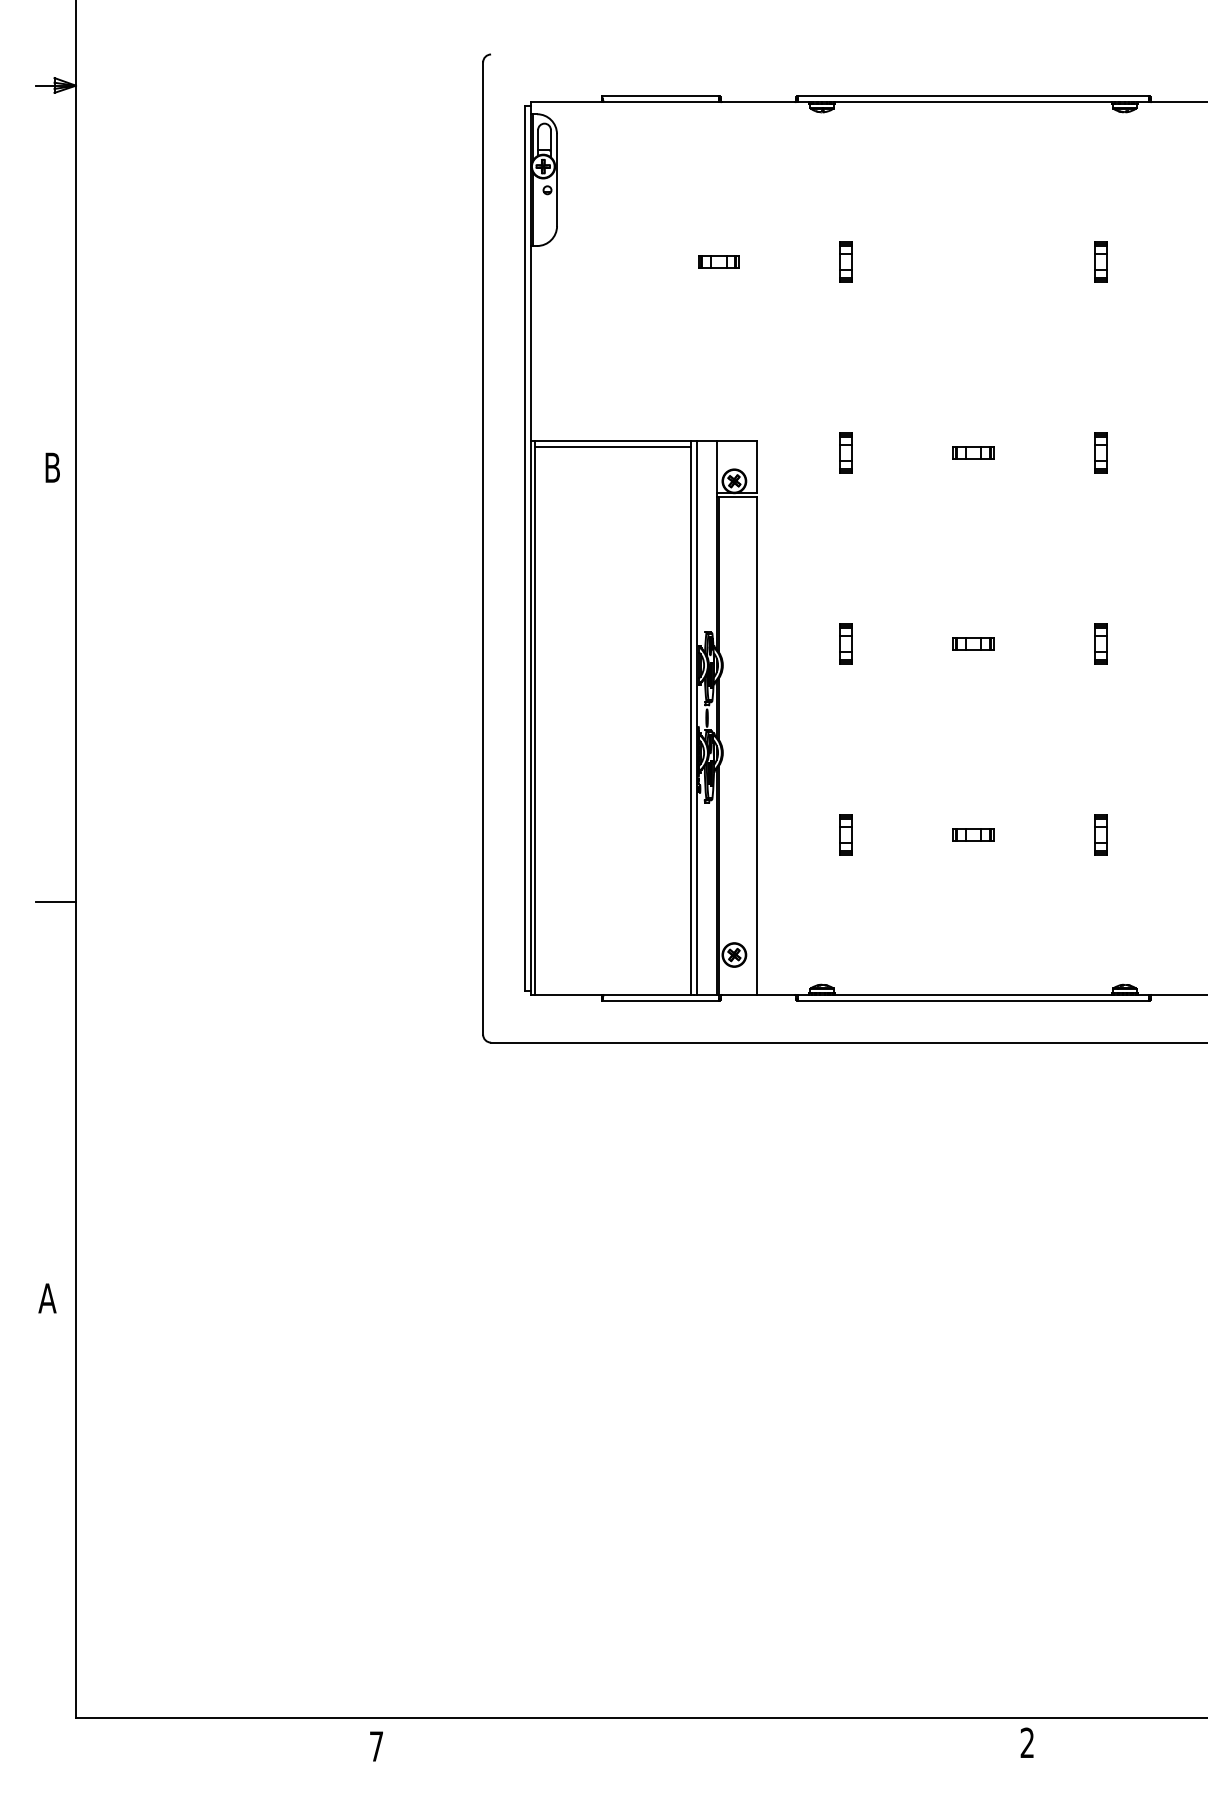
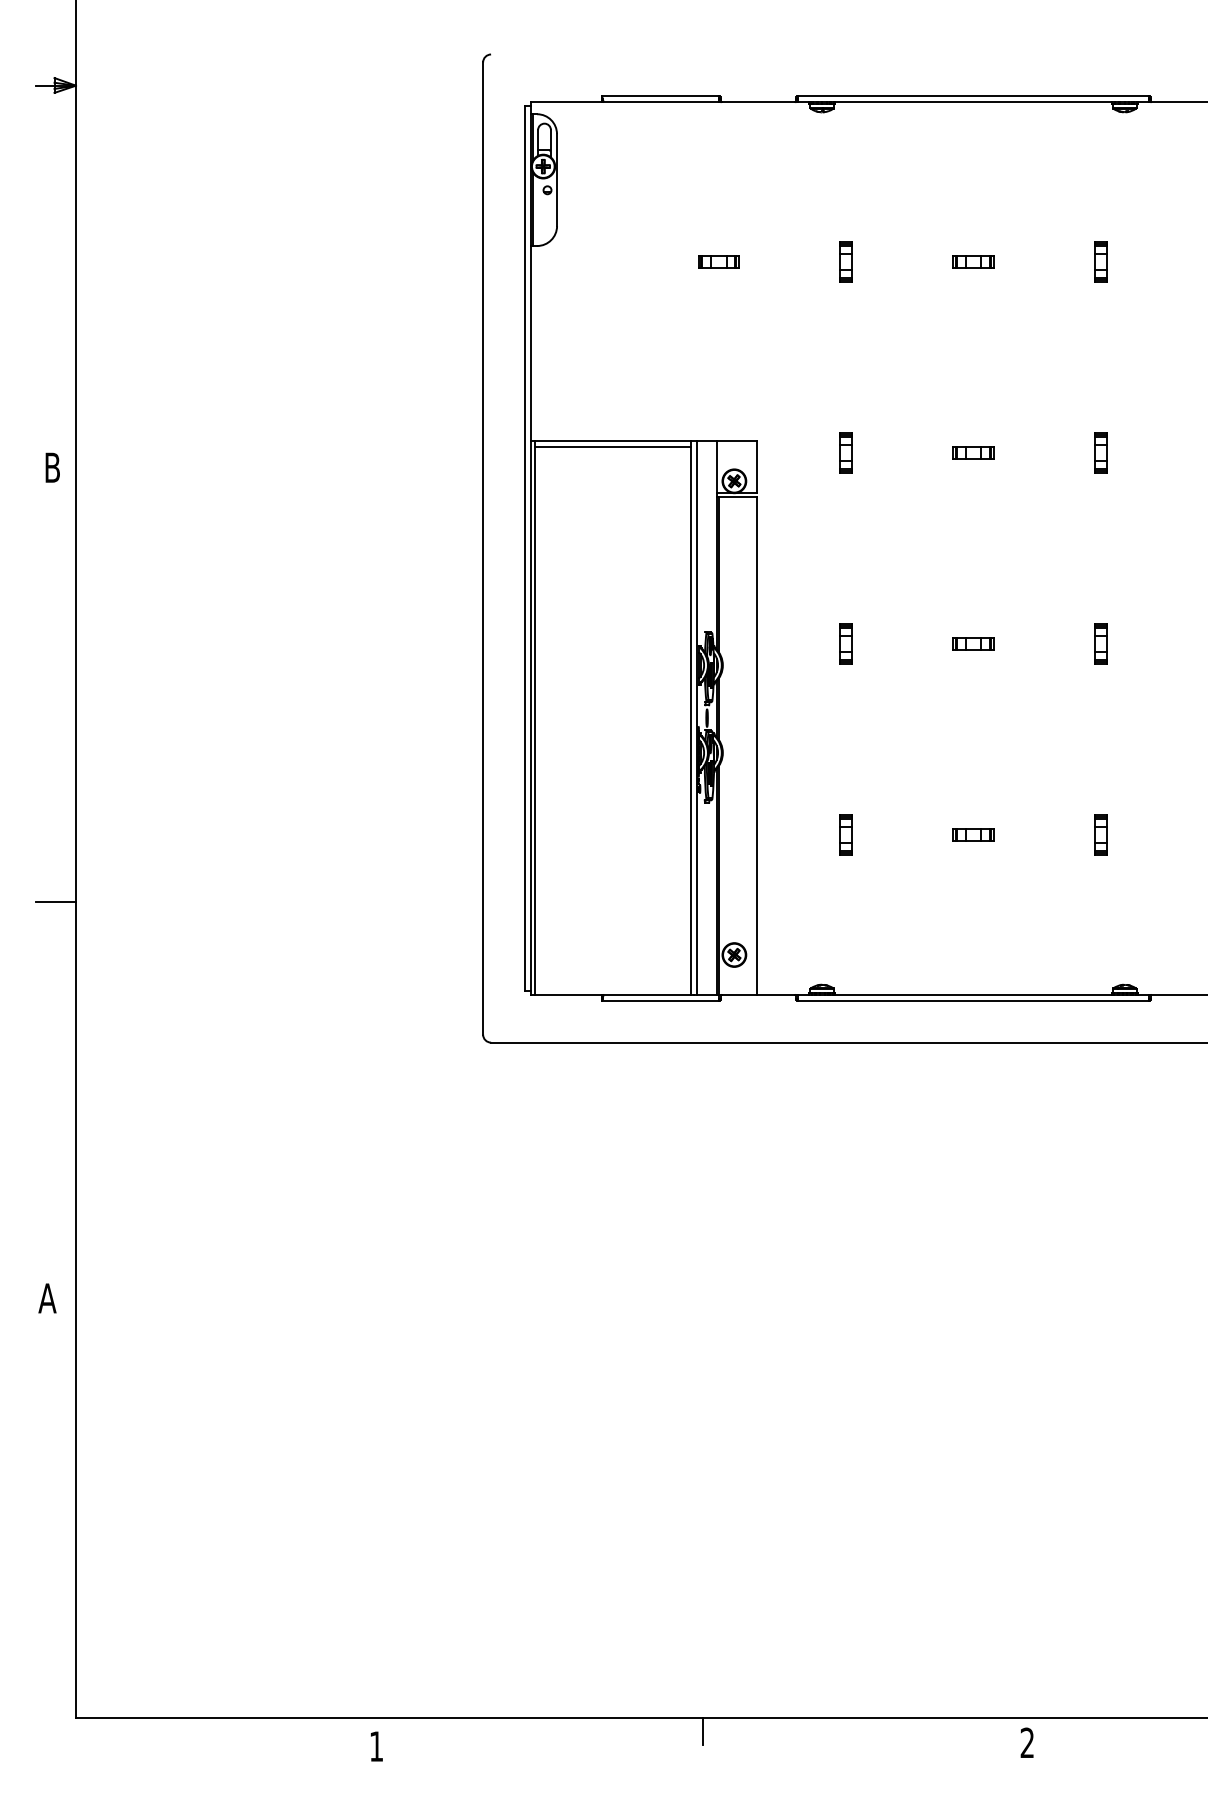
part at (973, 261): none -> present
line at (702, 1730): none -> present
text at (376, 1746): 7 -> 1
